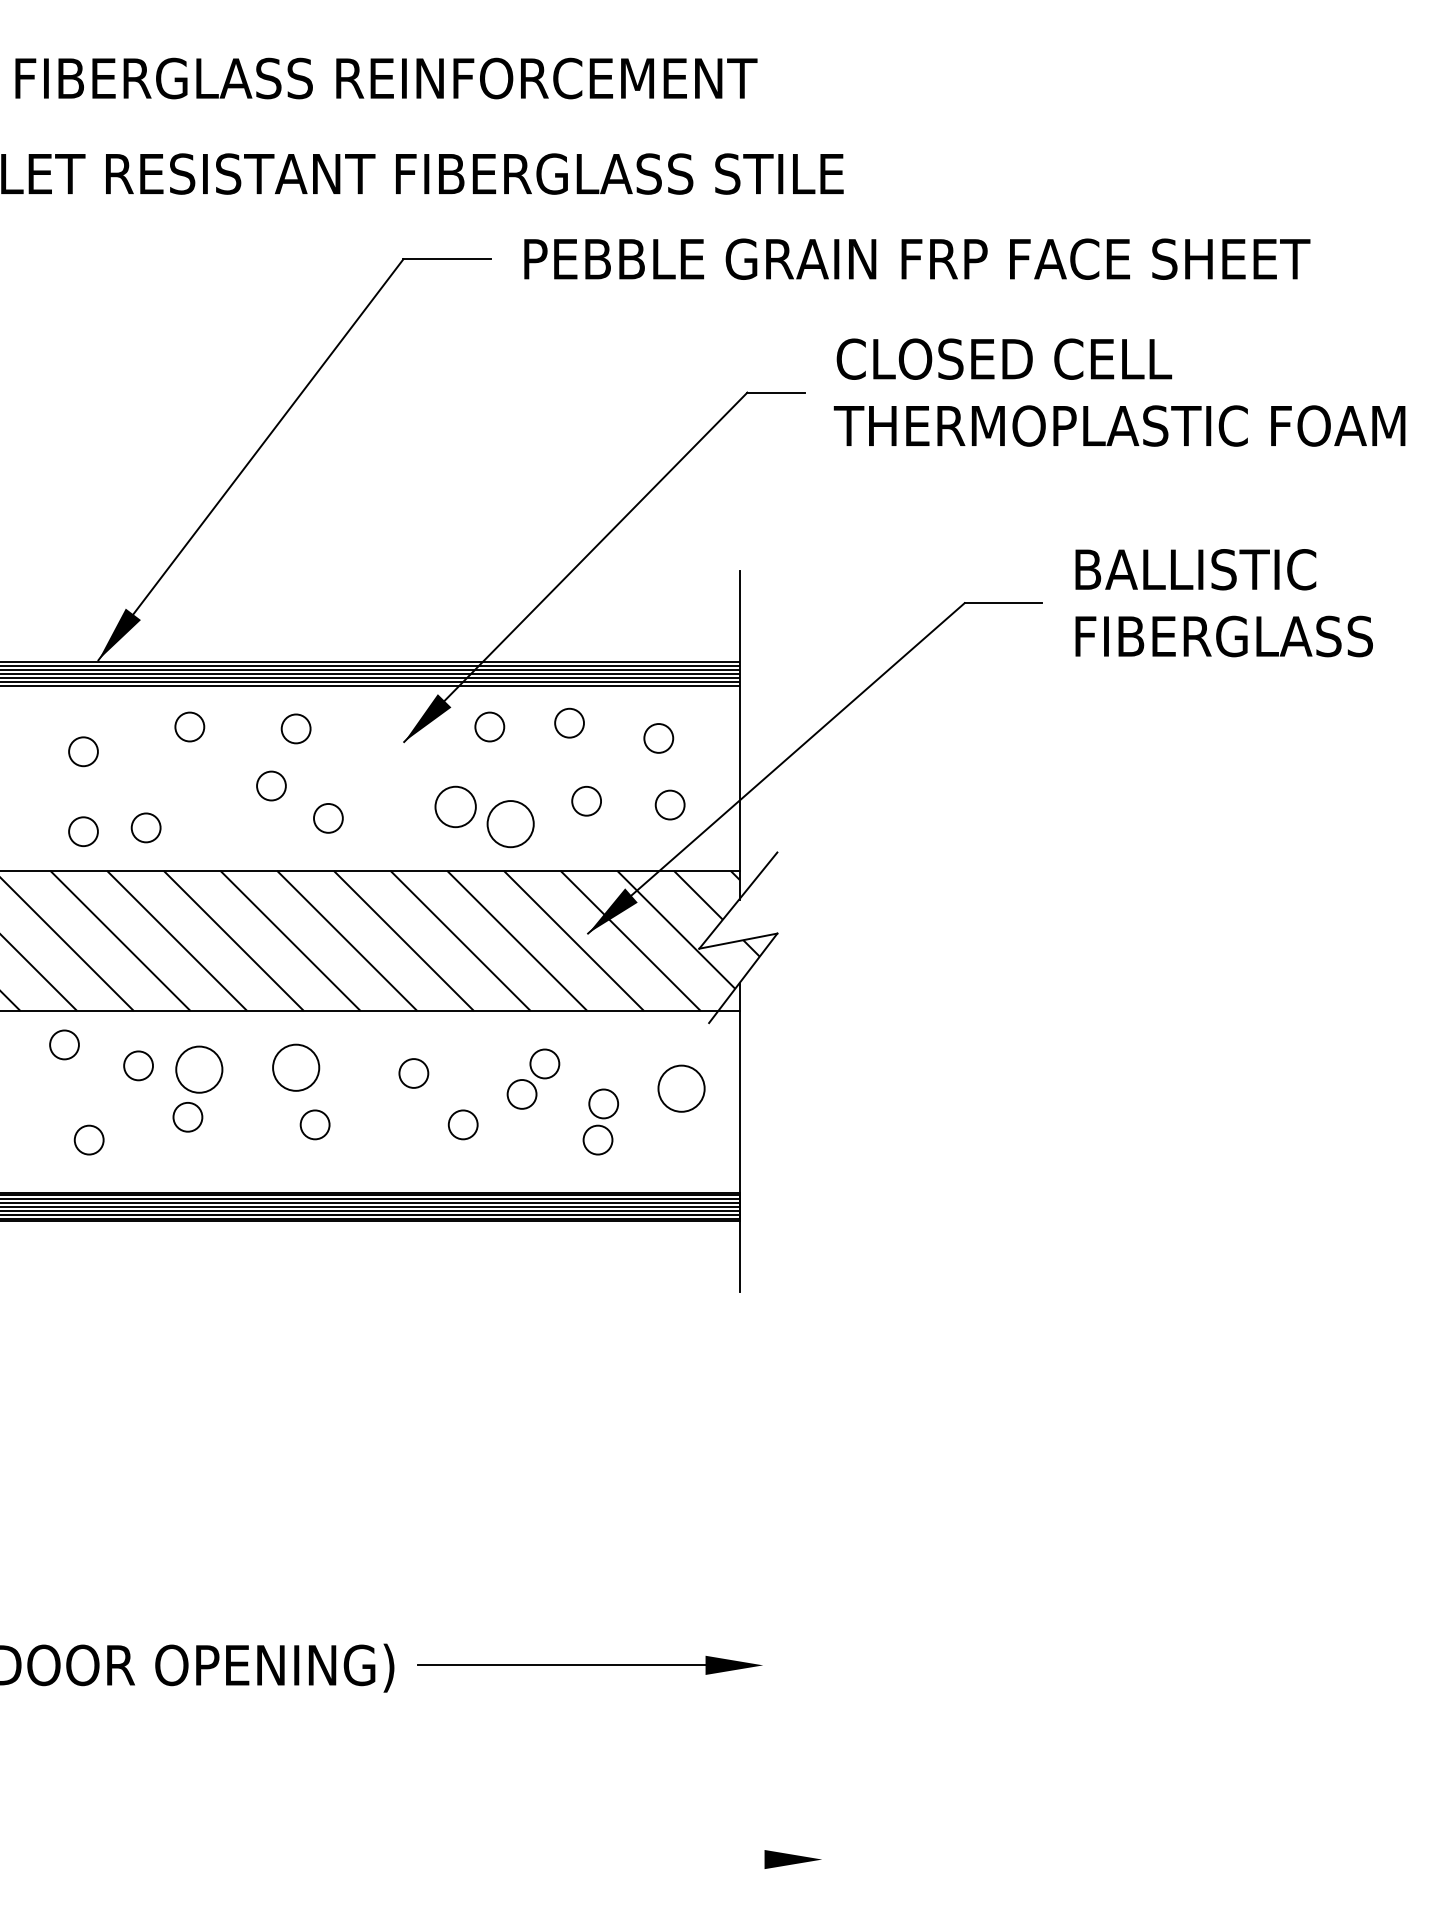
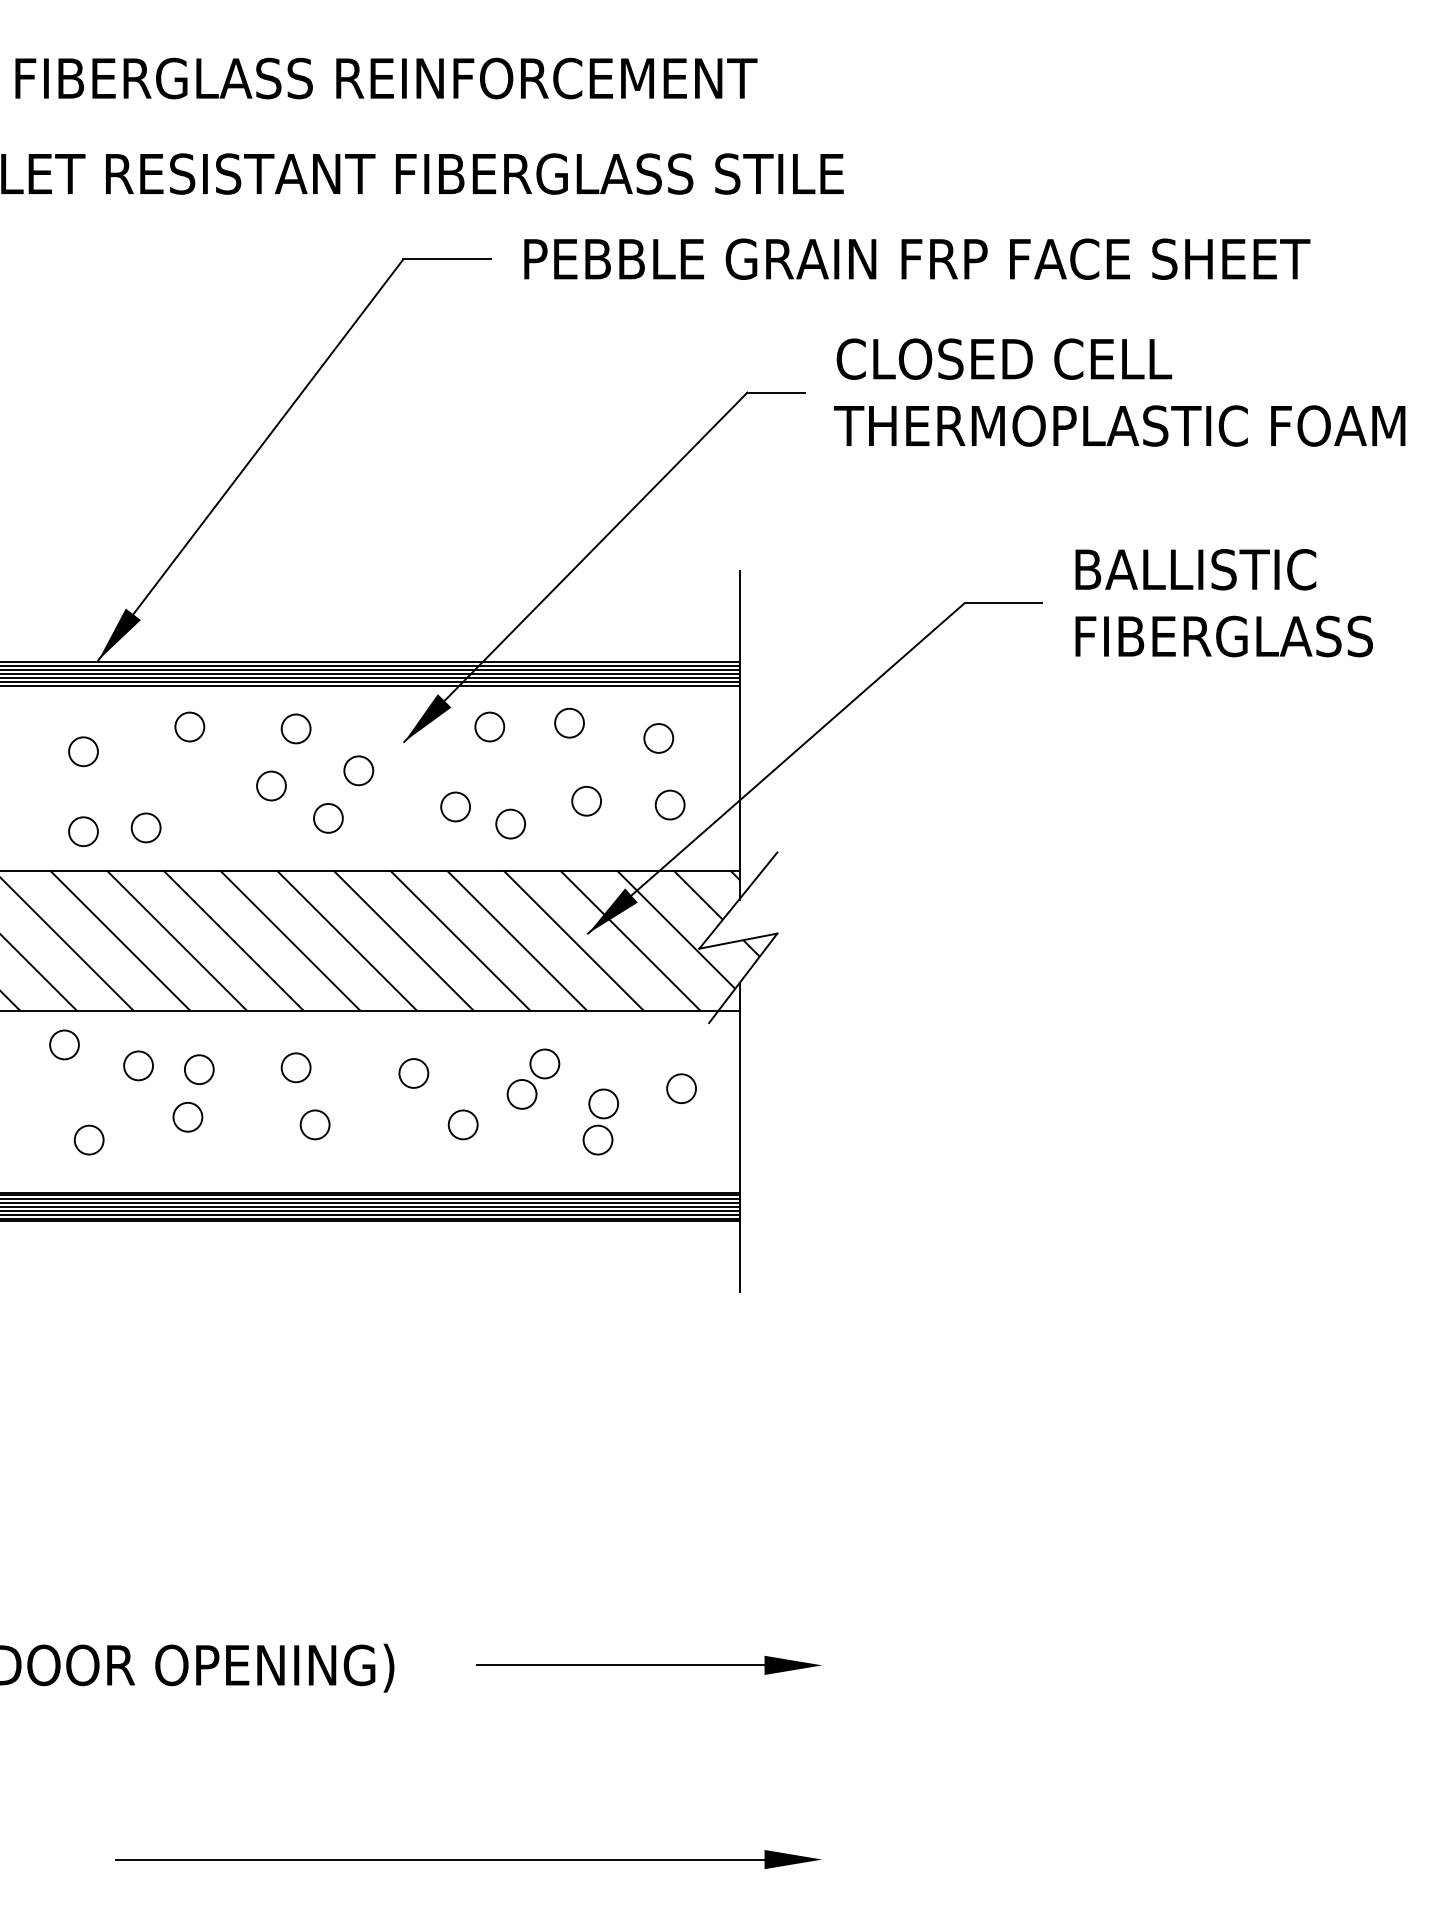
circle at (358, 770): none -> present
circle at (455, 806) size: 43x44 px -> 31x32 px
circle at (510, 824) diameter: 46 px -> 29 px
circle at (296, 1067) diameter: 46 px -> 29 px
circle at (199, 1069) diameter: 46 px -> 29 px
circle at (681, 1088) diameter: 46 px -> 29 px
part at (589, 1665) position: (589, 1665) -> (648, 1665)
line at (440, 1859): none -> present
